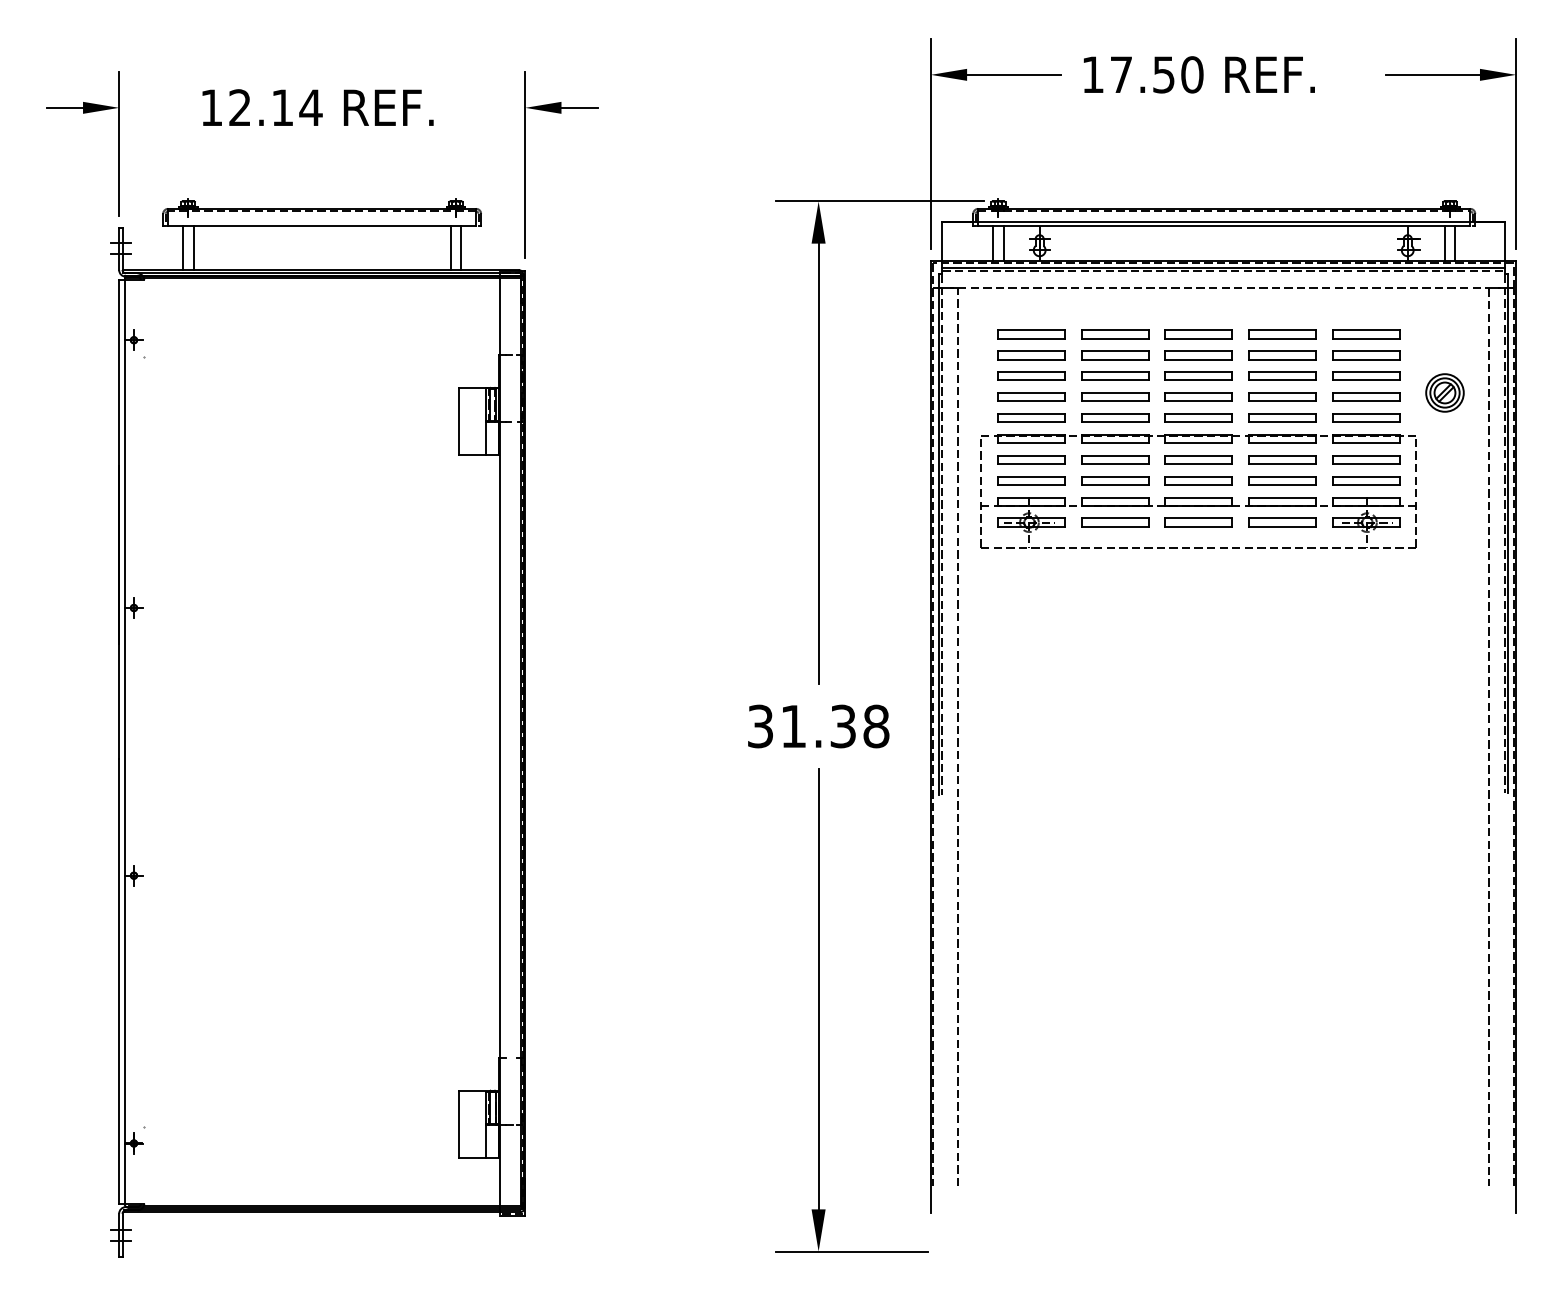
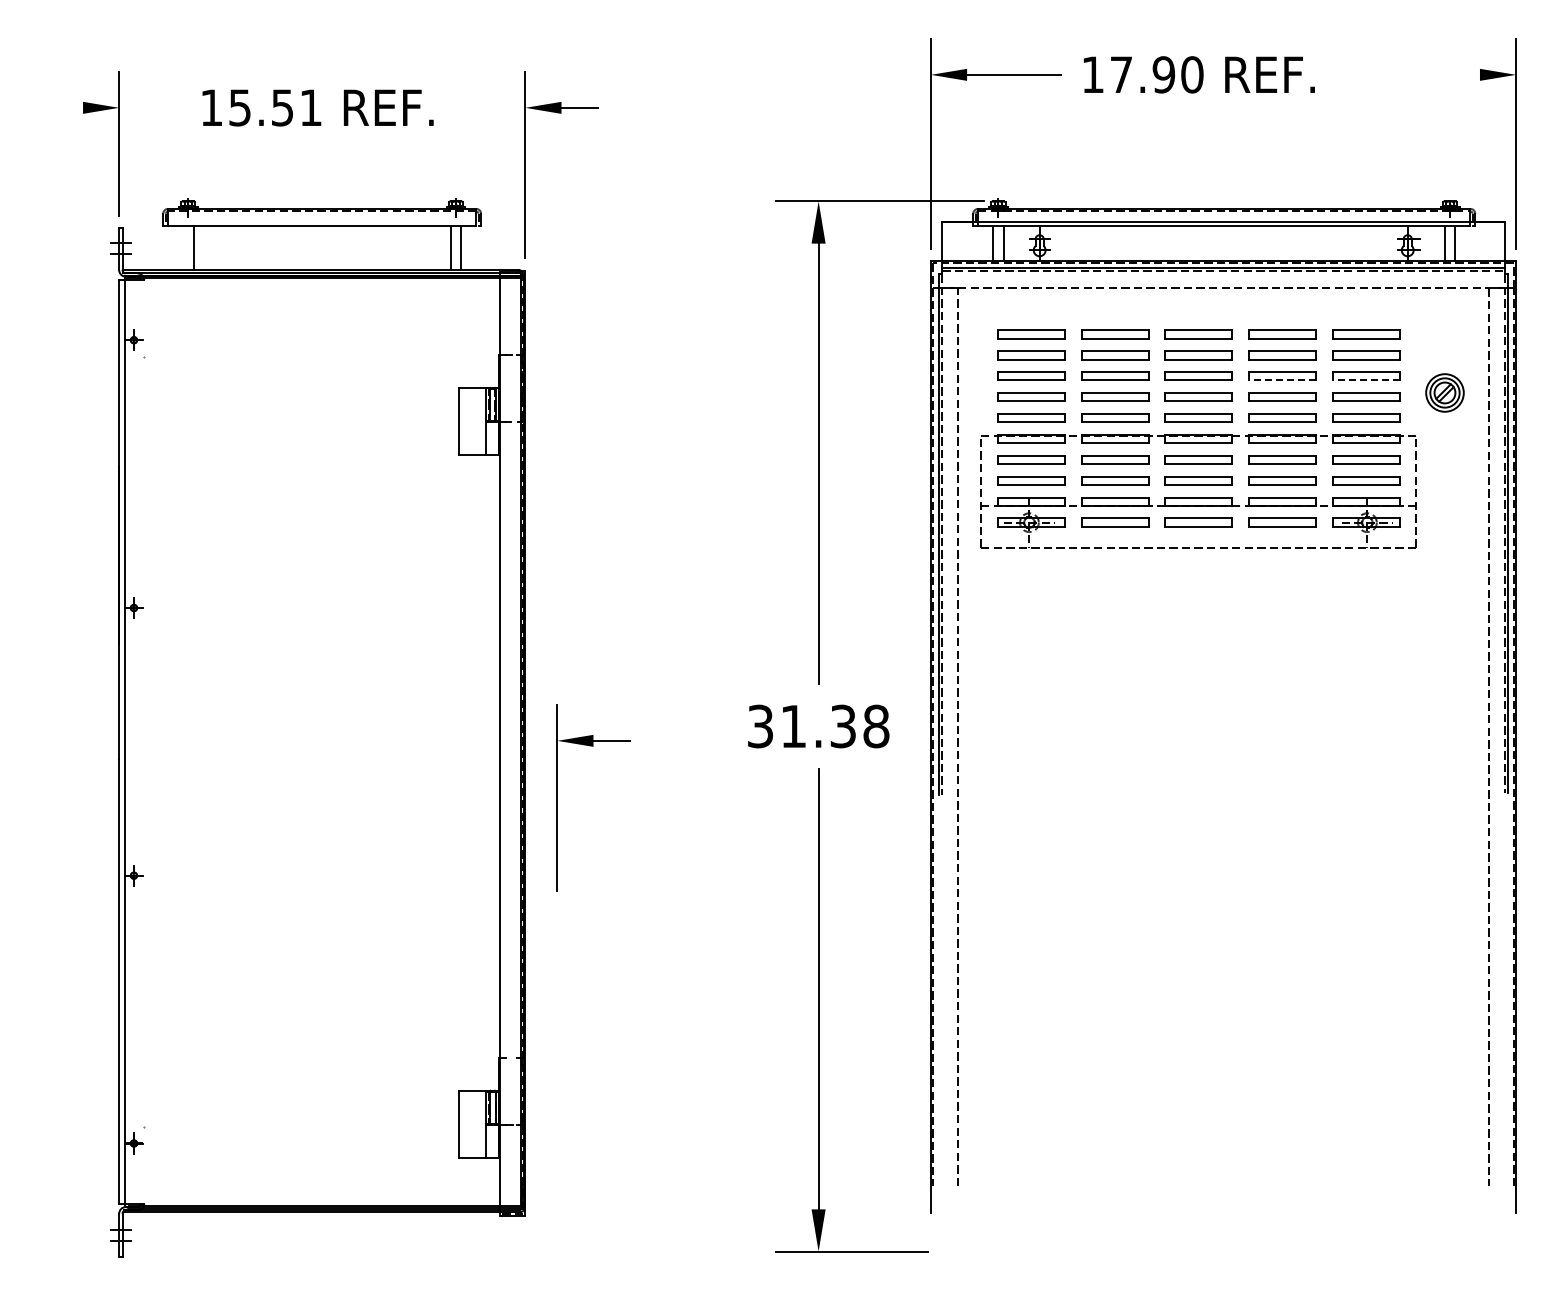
text at (1163, 74): 17.50 -> 17.90
line at (1432, 74): present -> none
line at (64, 107): present -> none
text at (275, 107): 12.14 -> 15.51
line at (183, 247): present -> none
line at (1281, 380): solid -> dashed
line at (1365, 380): solid -> dashed
part at (557, 797): none -> present
